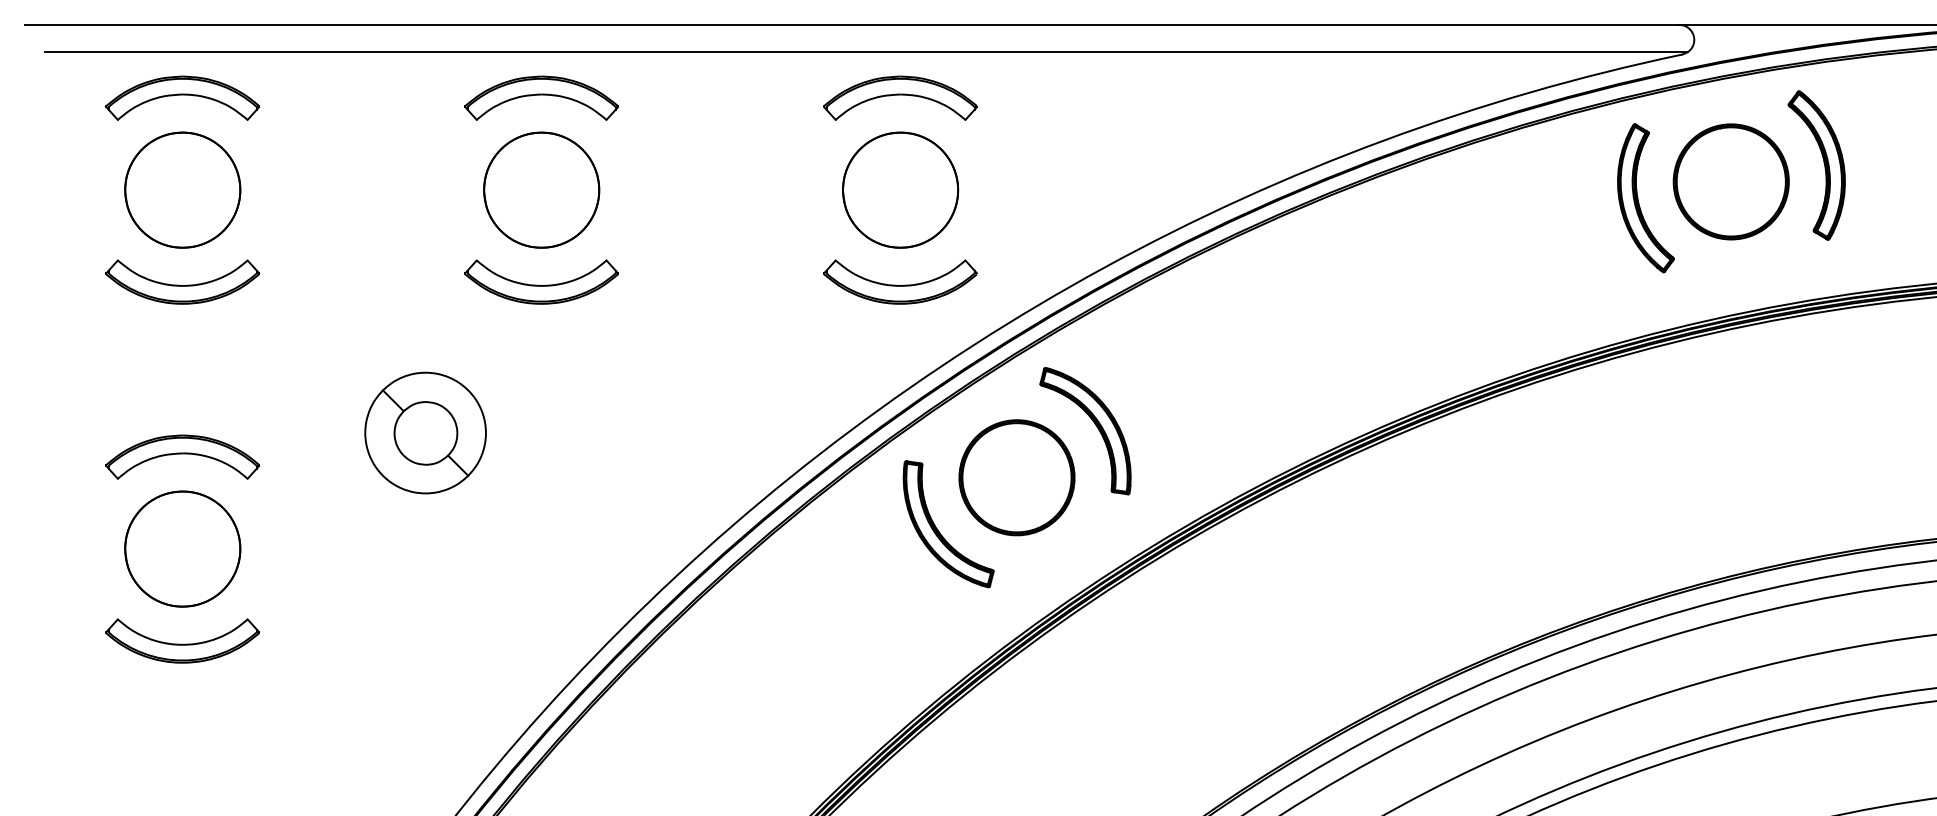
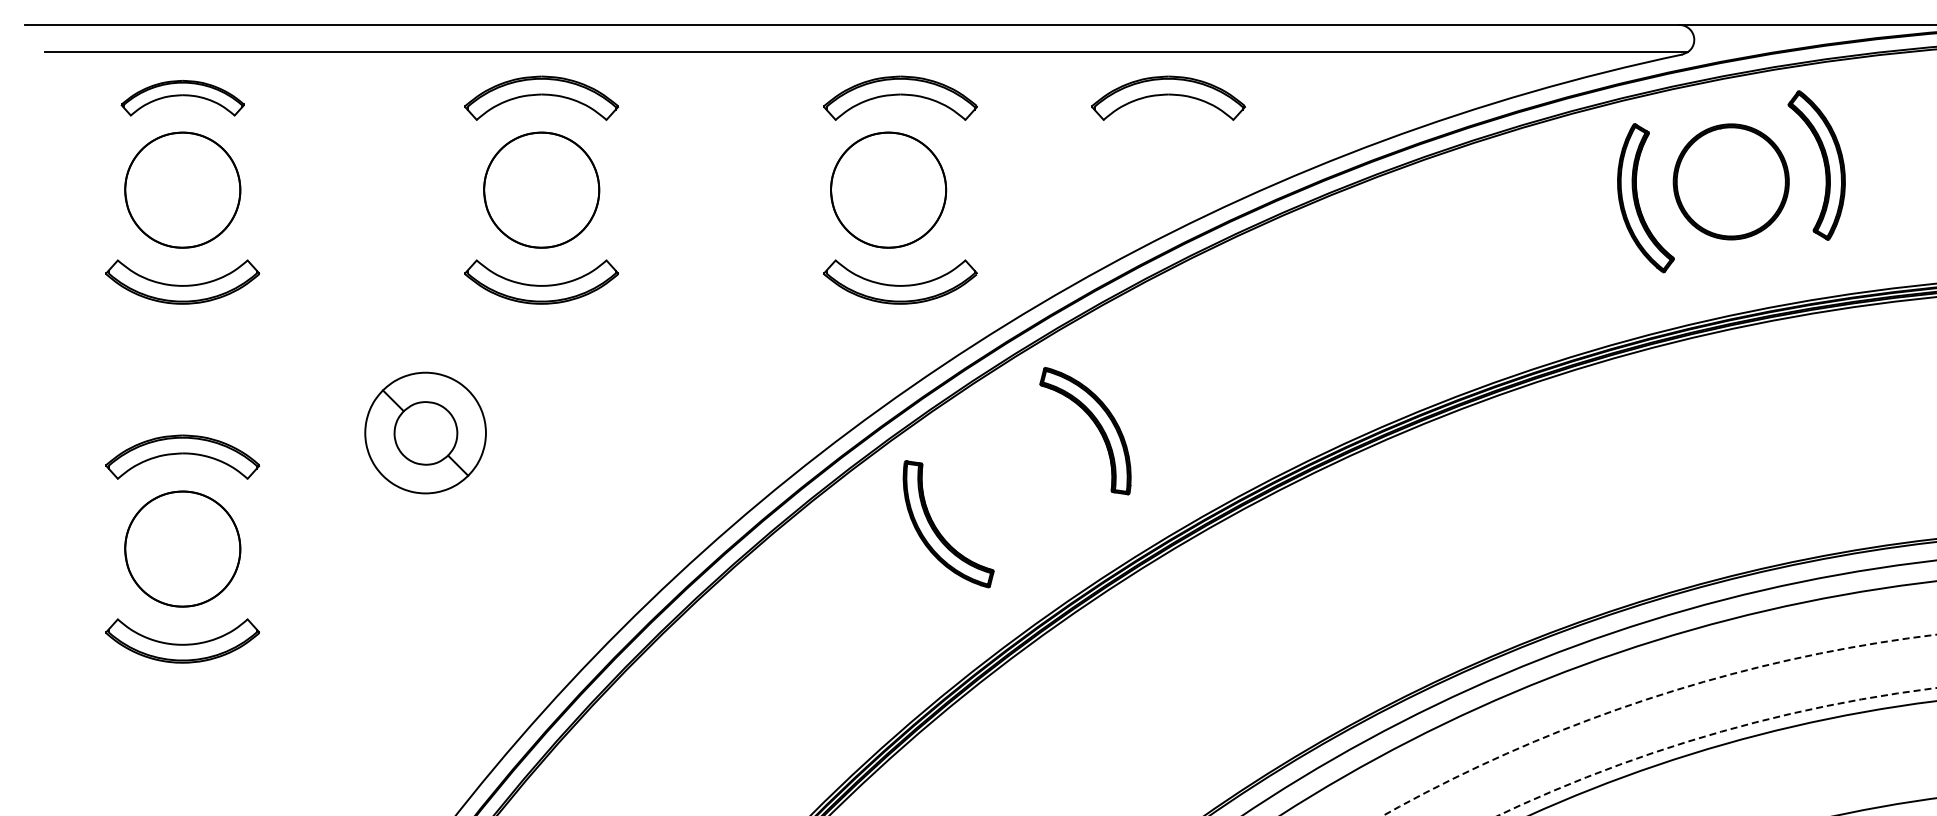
part at (182, 97) size: 156x46 px -> 125x37 px
part at (1168, 97): none -> present
part at (900, 189) position: (900, 189) -> (888, 189)
part at (1016, 477): present -> none
arc at (1649, 698): solid -> dashed
circle at (1716, 751): solid -> dashed
